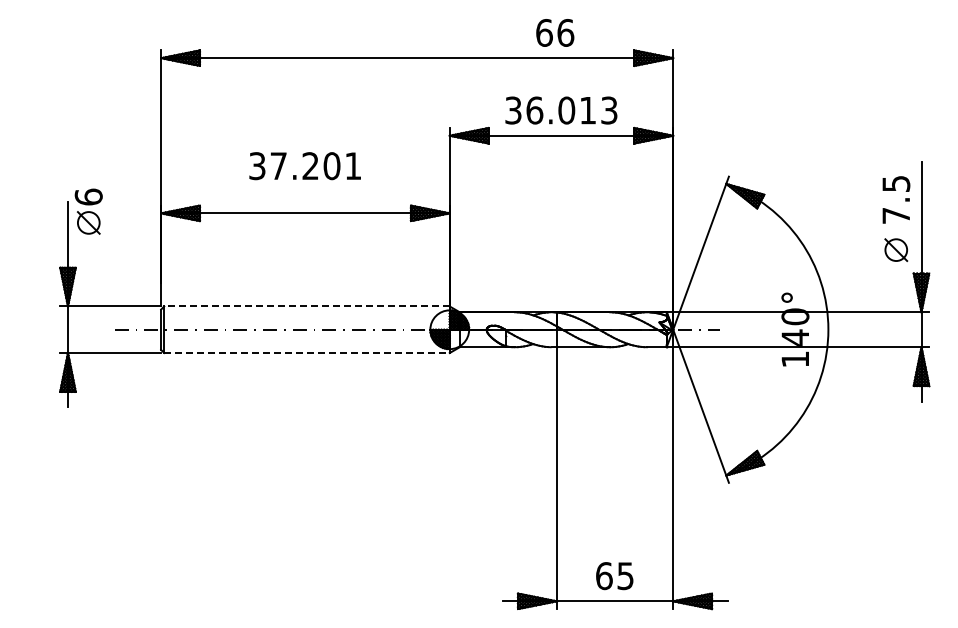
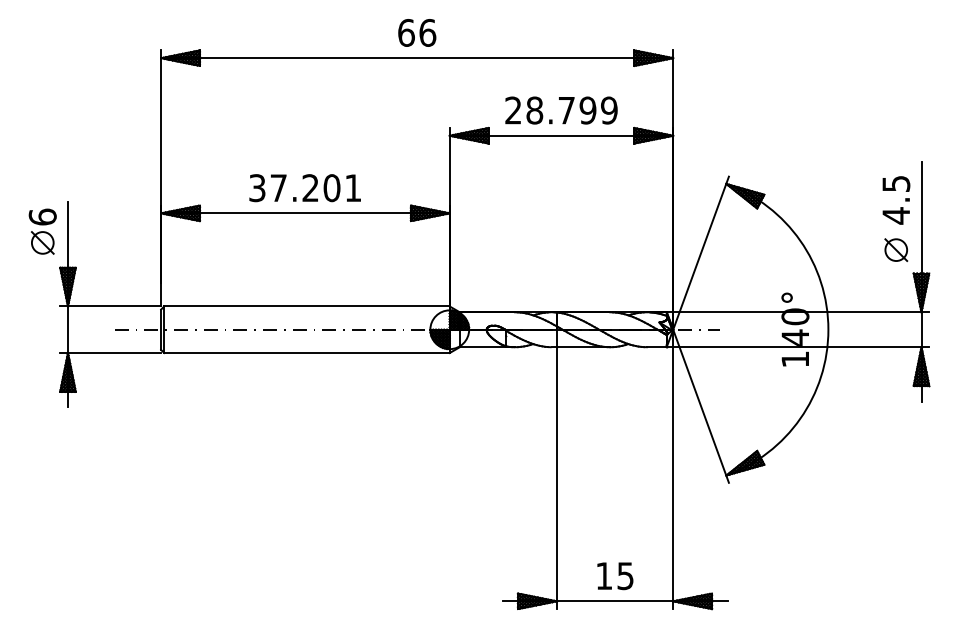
text at (555, 32) position: (555, 32) -> (417, 32)
text at (561, 110): 36.013 -> 28.799
text at (304, 166) position: (304, 166) -> (304, 188)
part at (88, 211) position: (88, 211) -> (42, 231)
text at (895, 215): 7.5 -> 4.5
line at (306, 306): dashed -> solid
line at (306, 353): dashed -> solid
text at (604, 576): 65 -> 15
